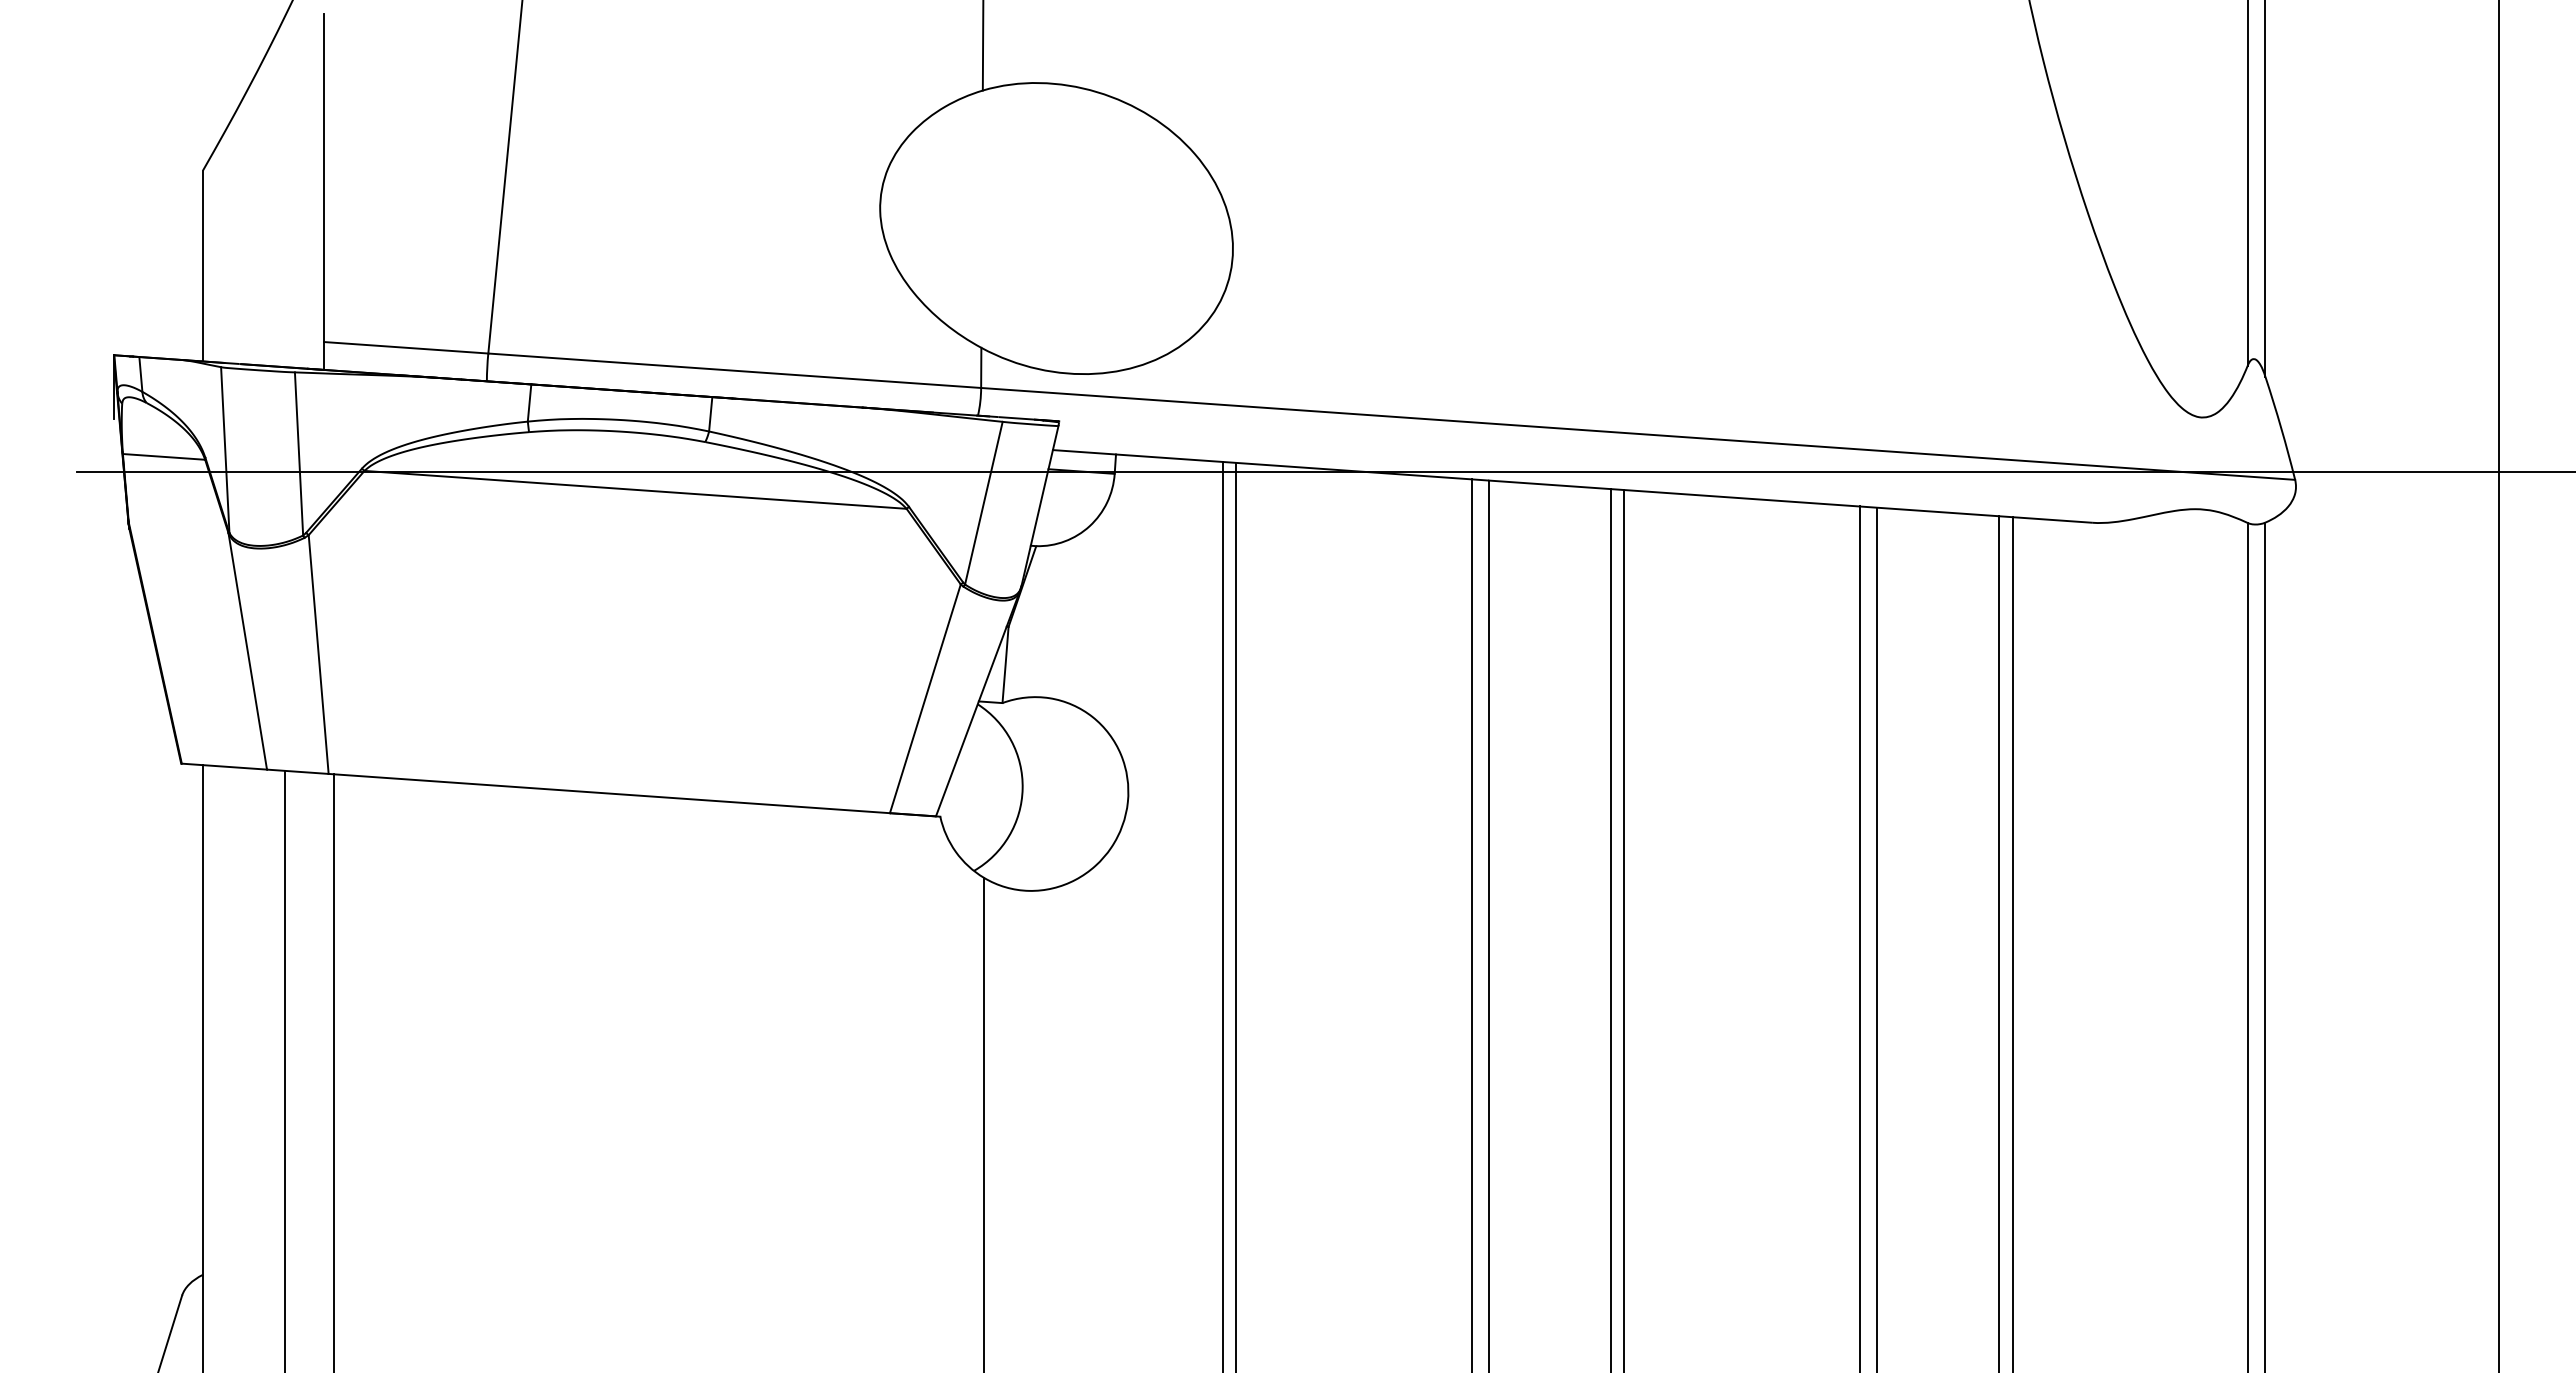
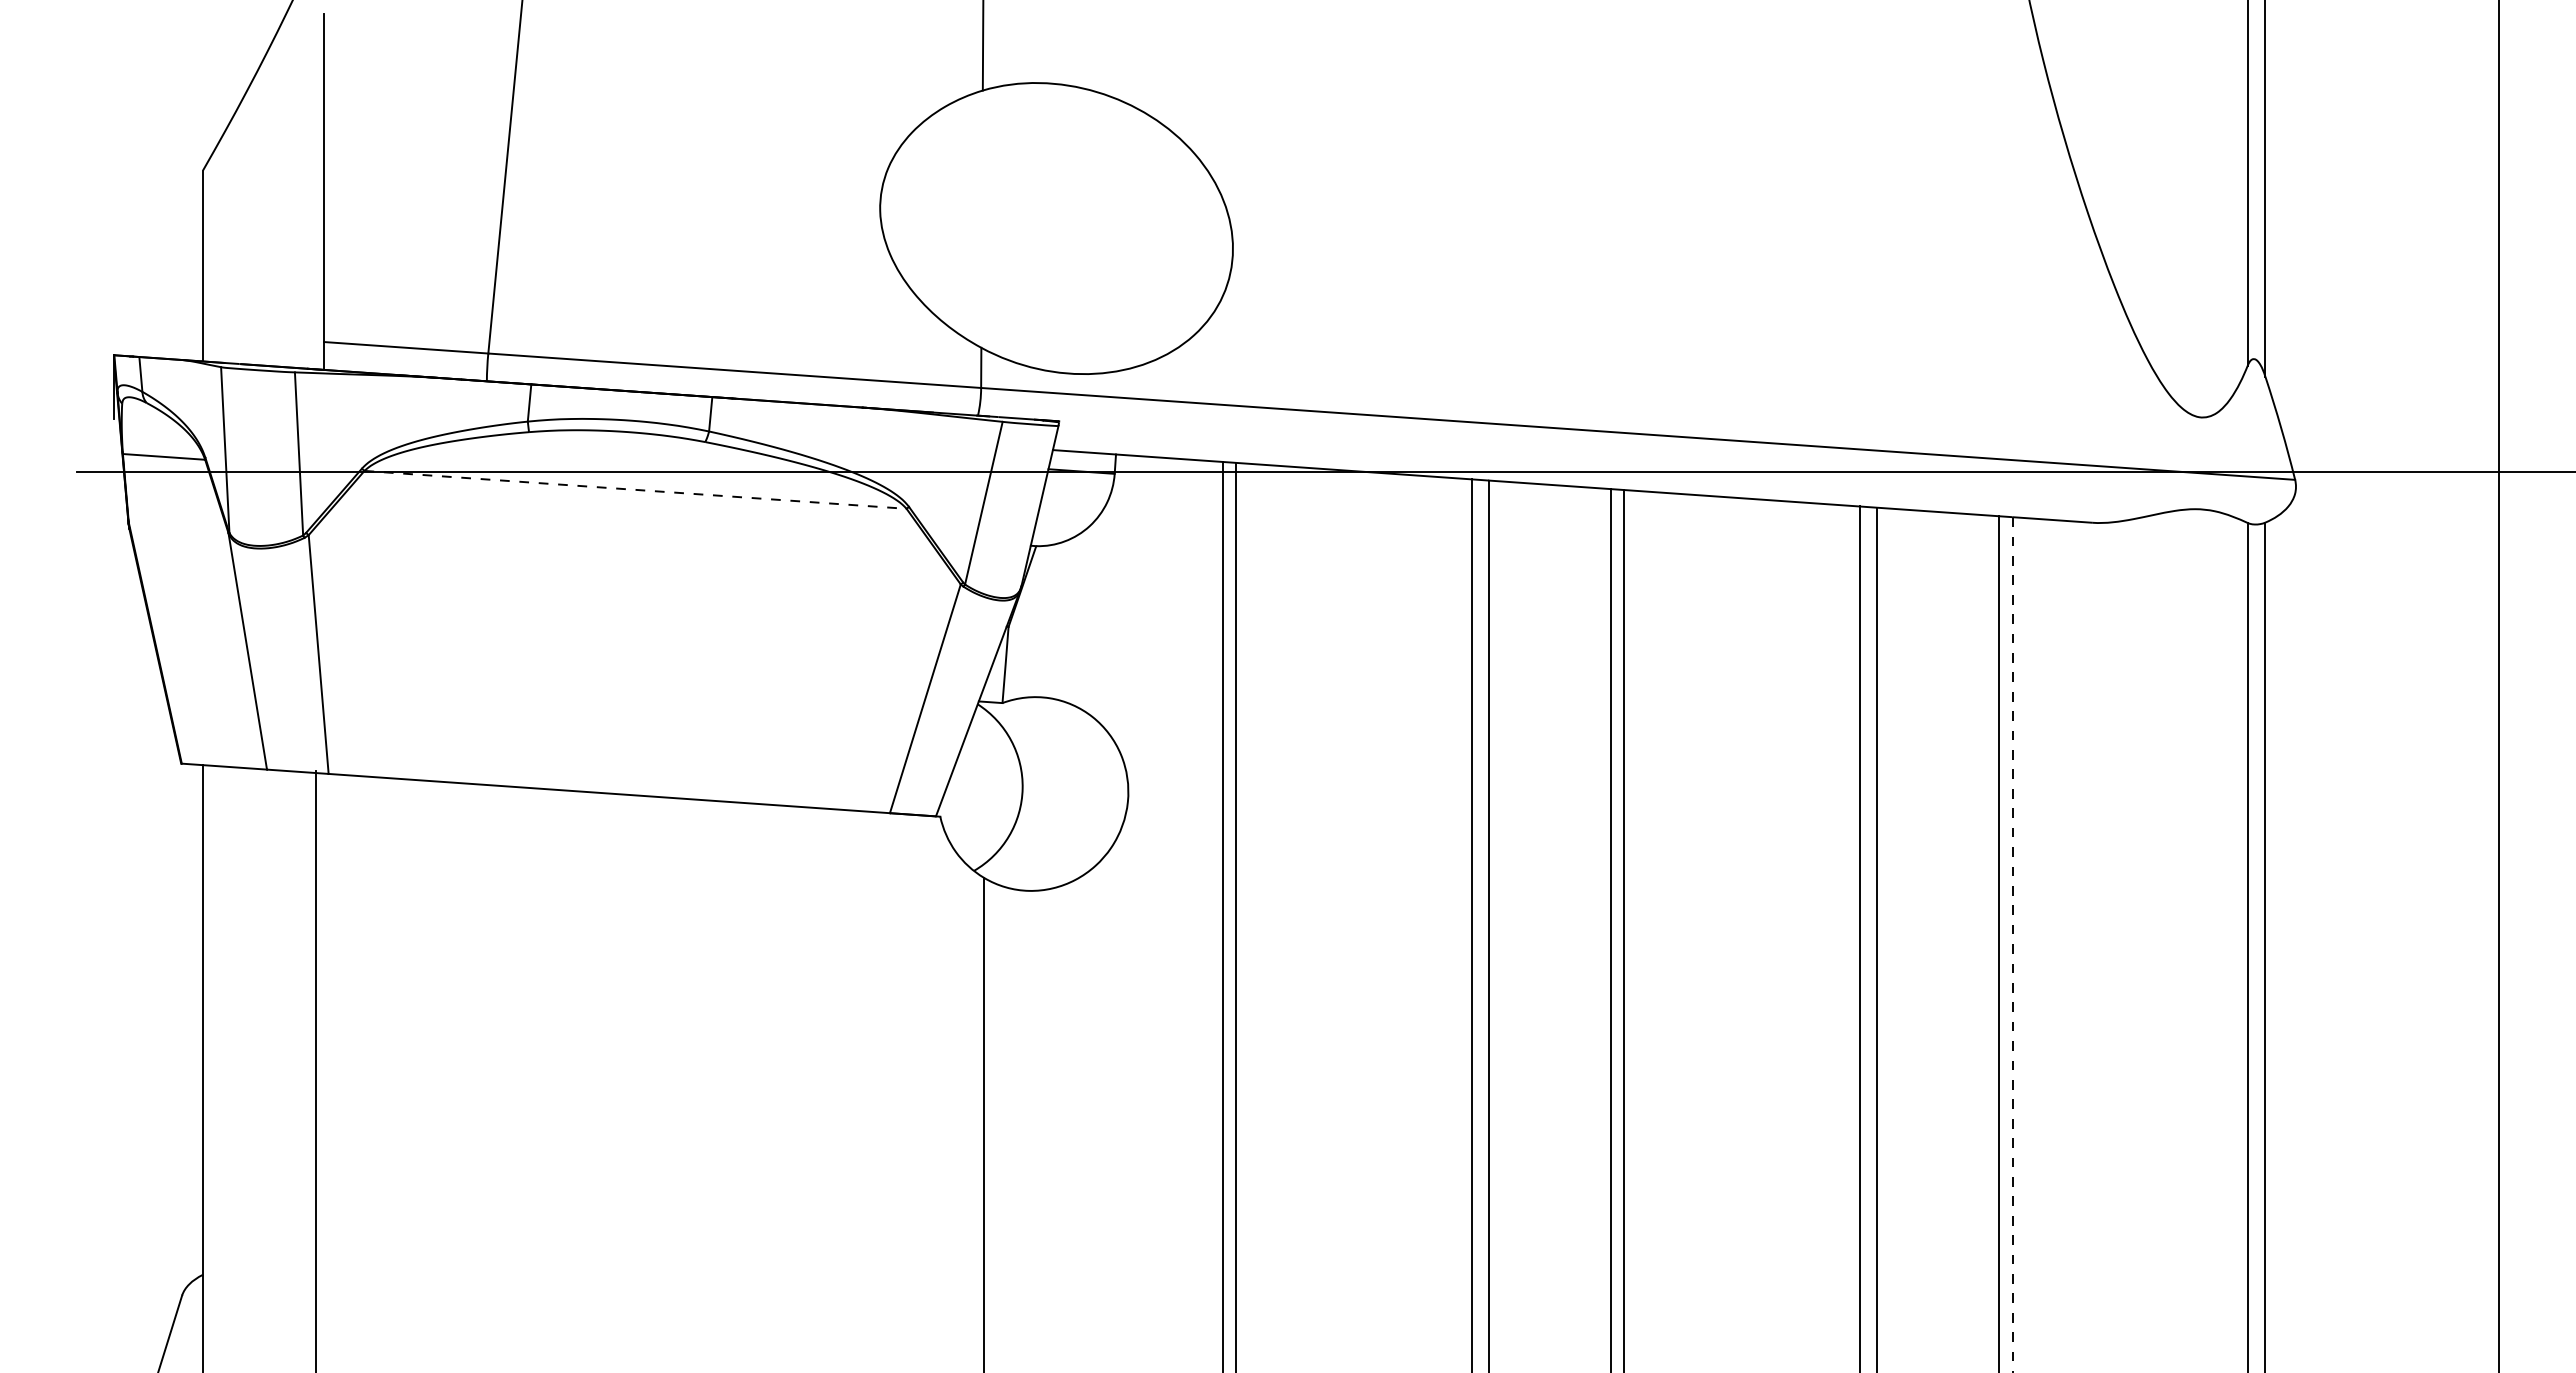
line at (635, 489): solid -> dashed
line at (2012, 945): solid -> dashed
line at (284, 1069) position: (284, 1069) -> (315, 1069)
line at (334, 1071): present -> none
